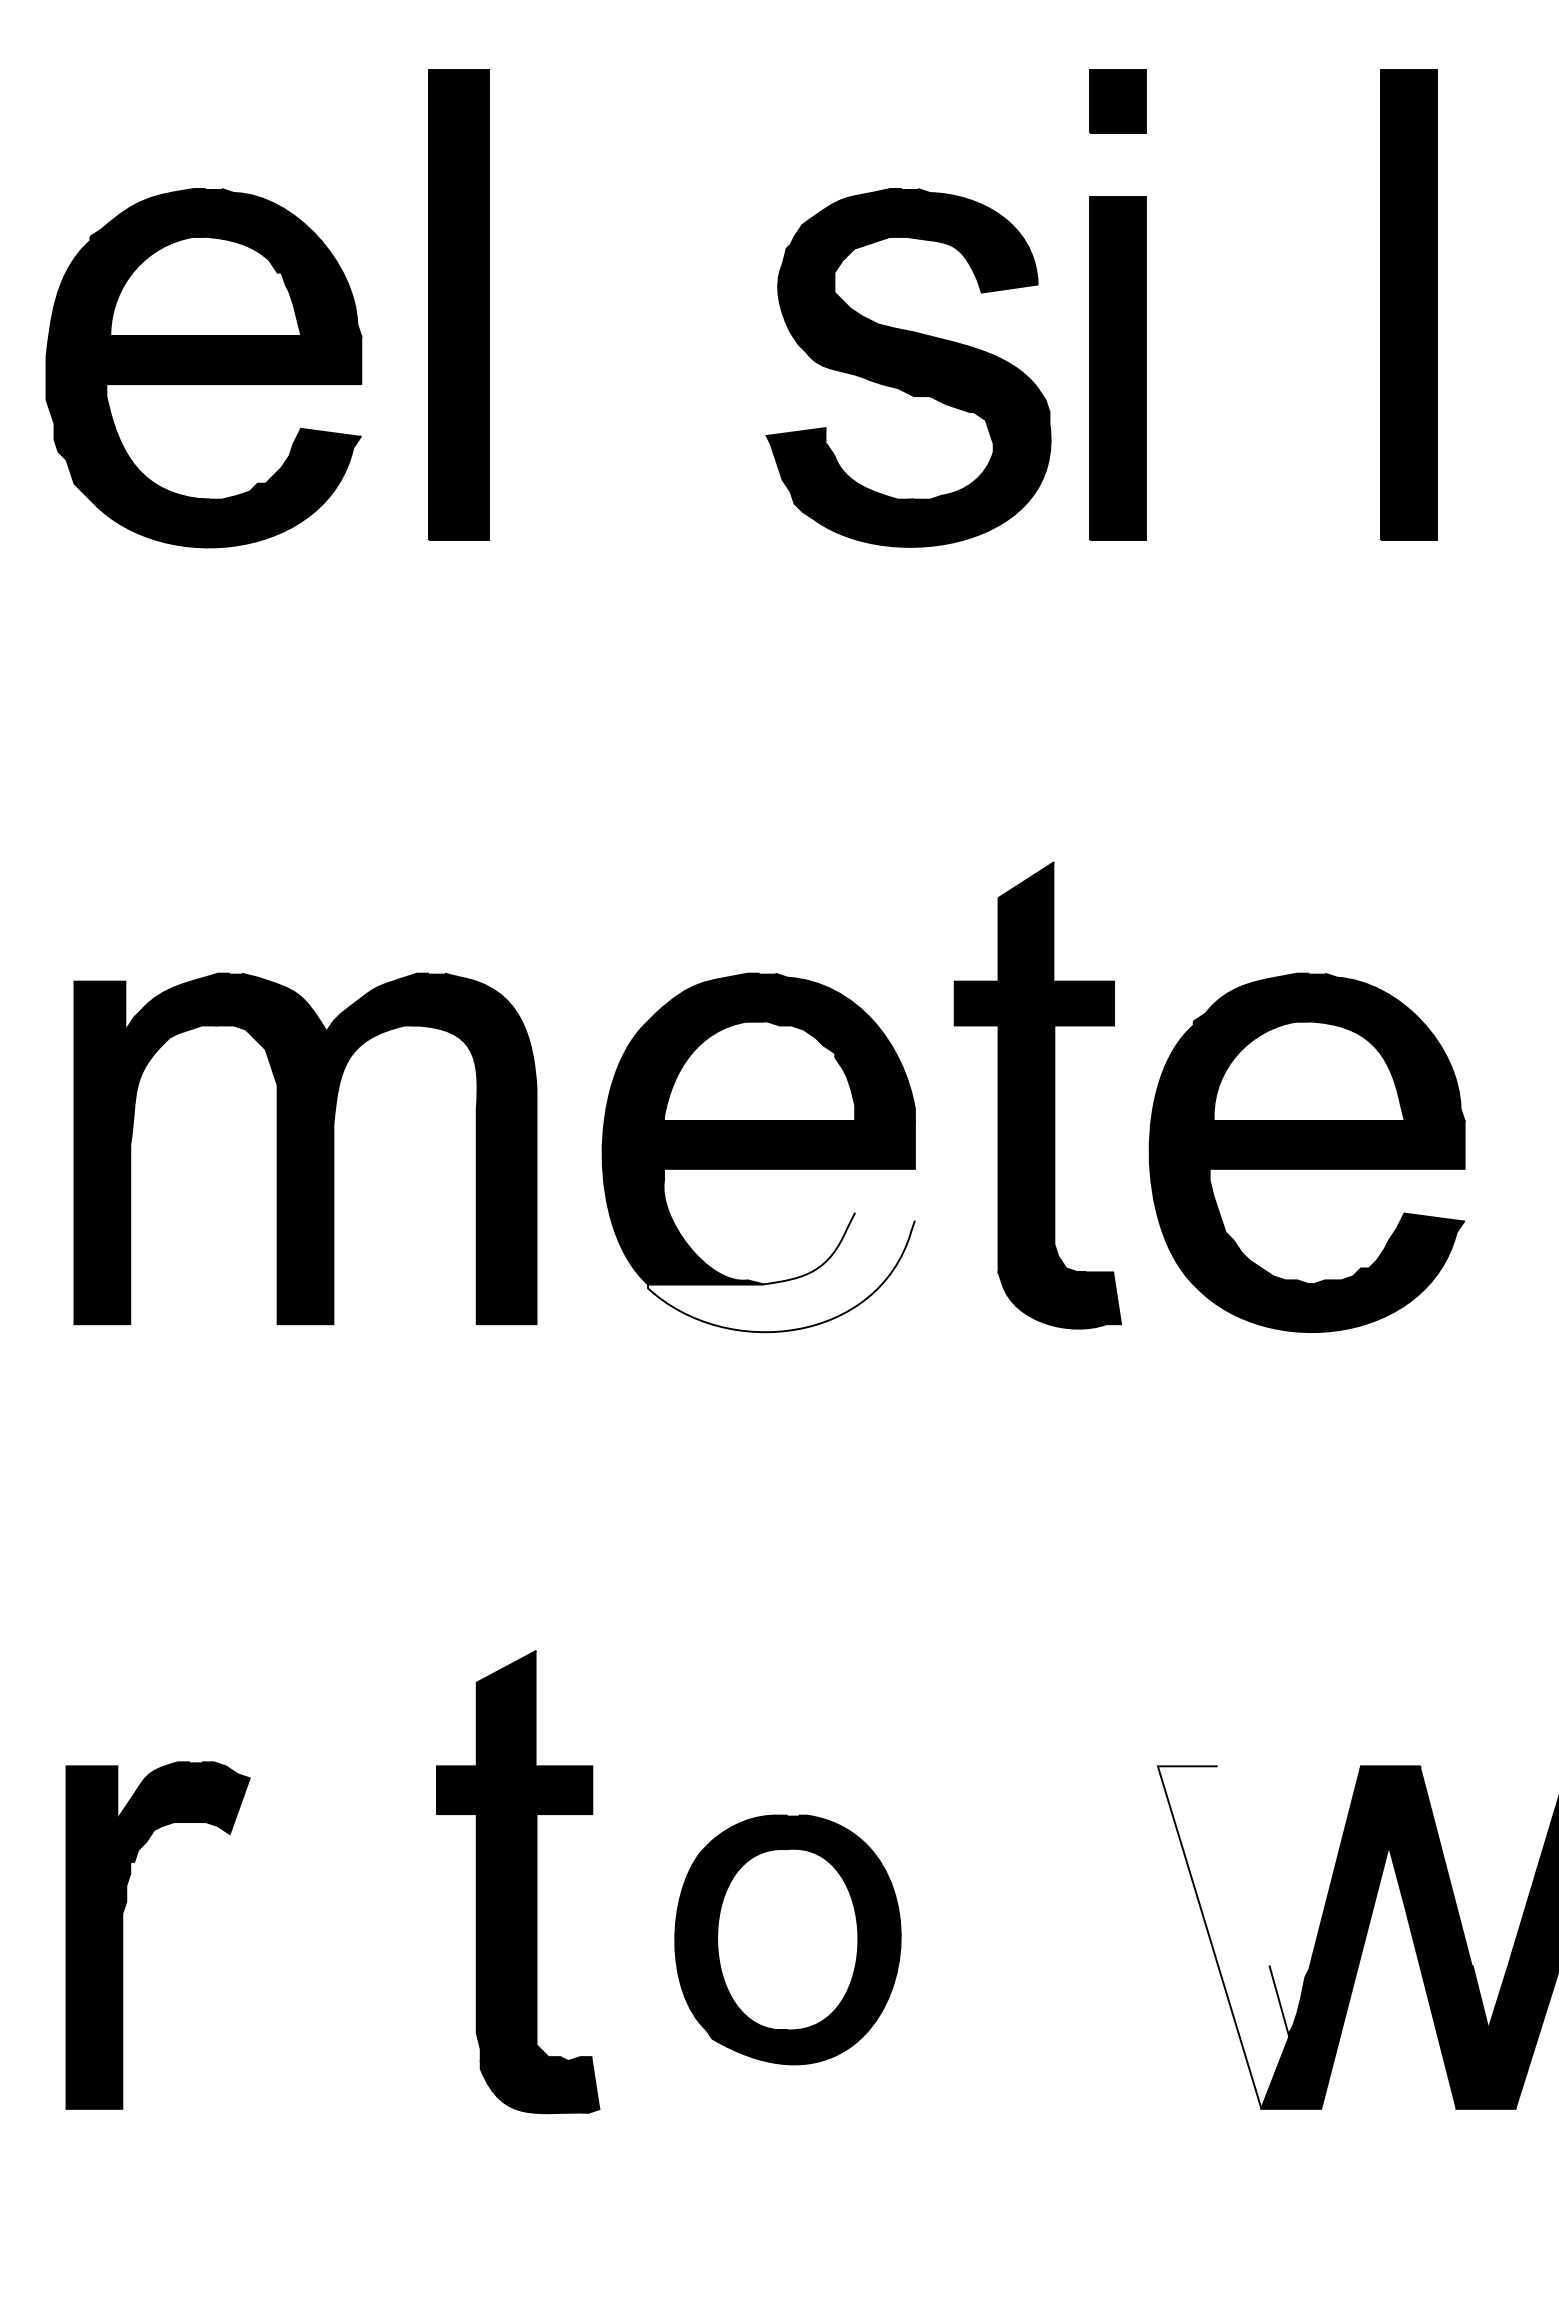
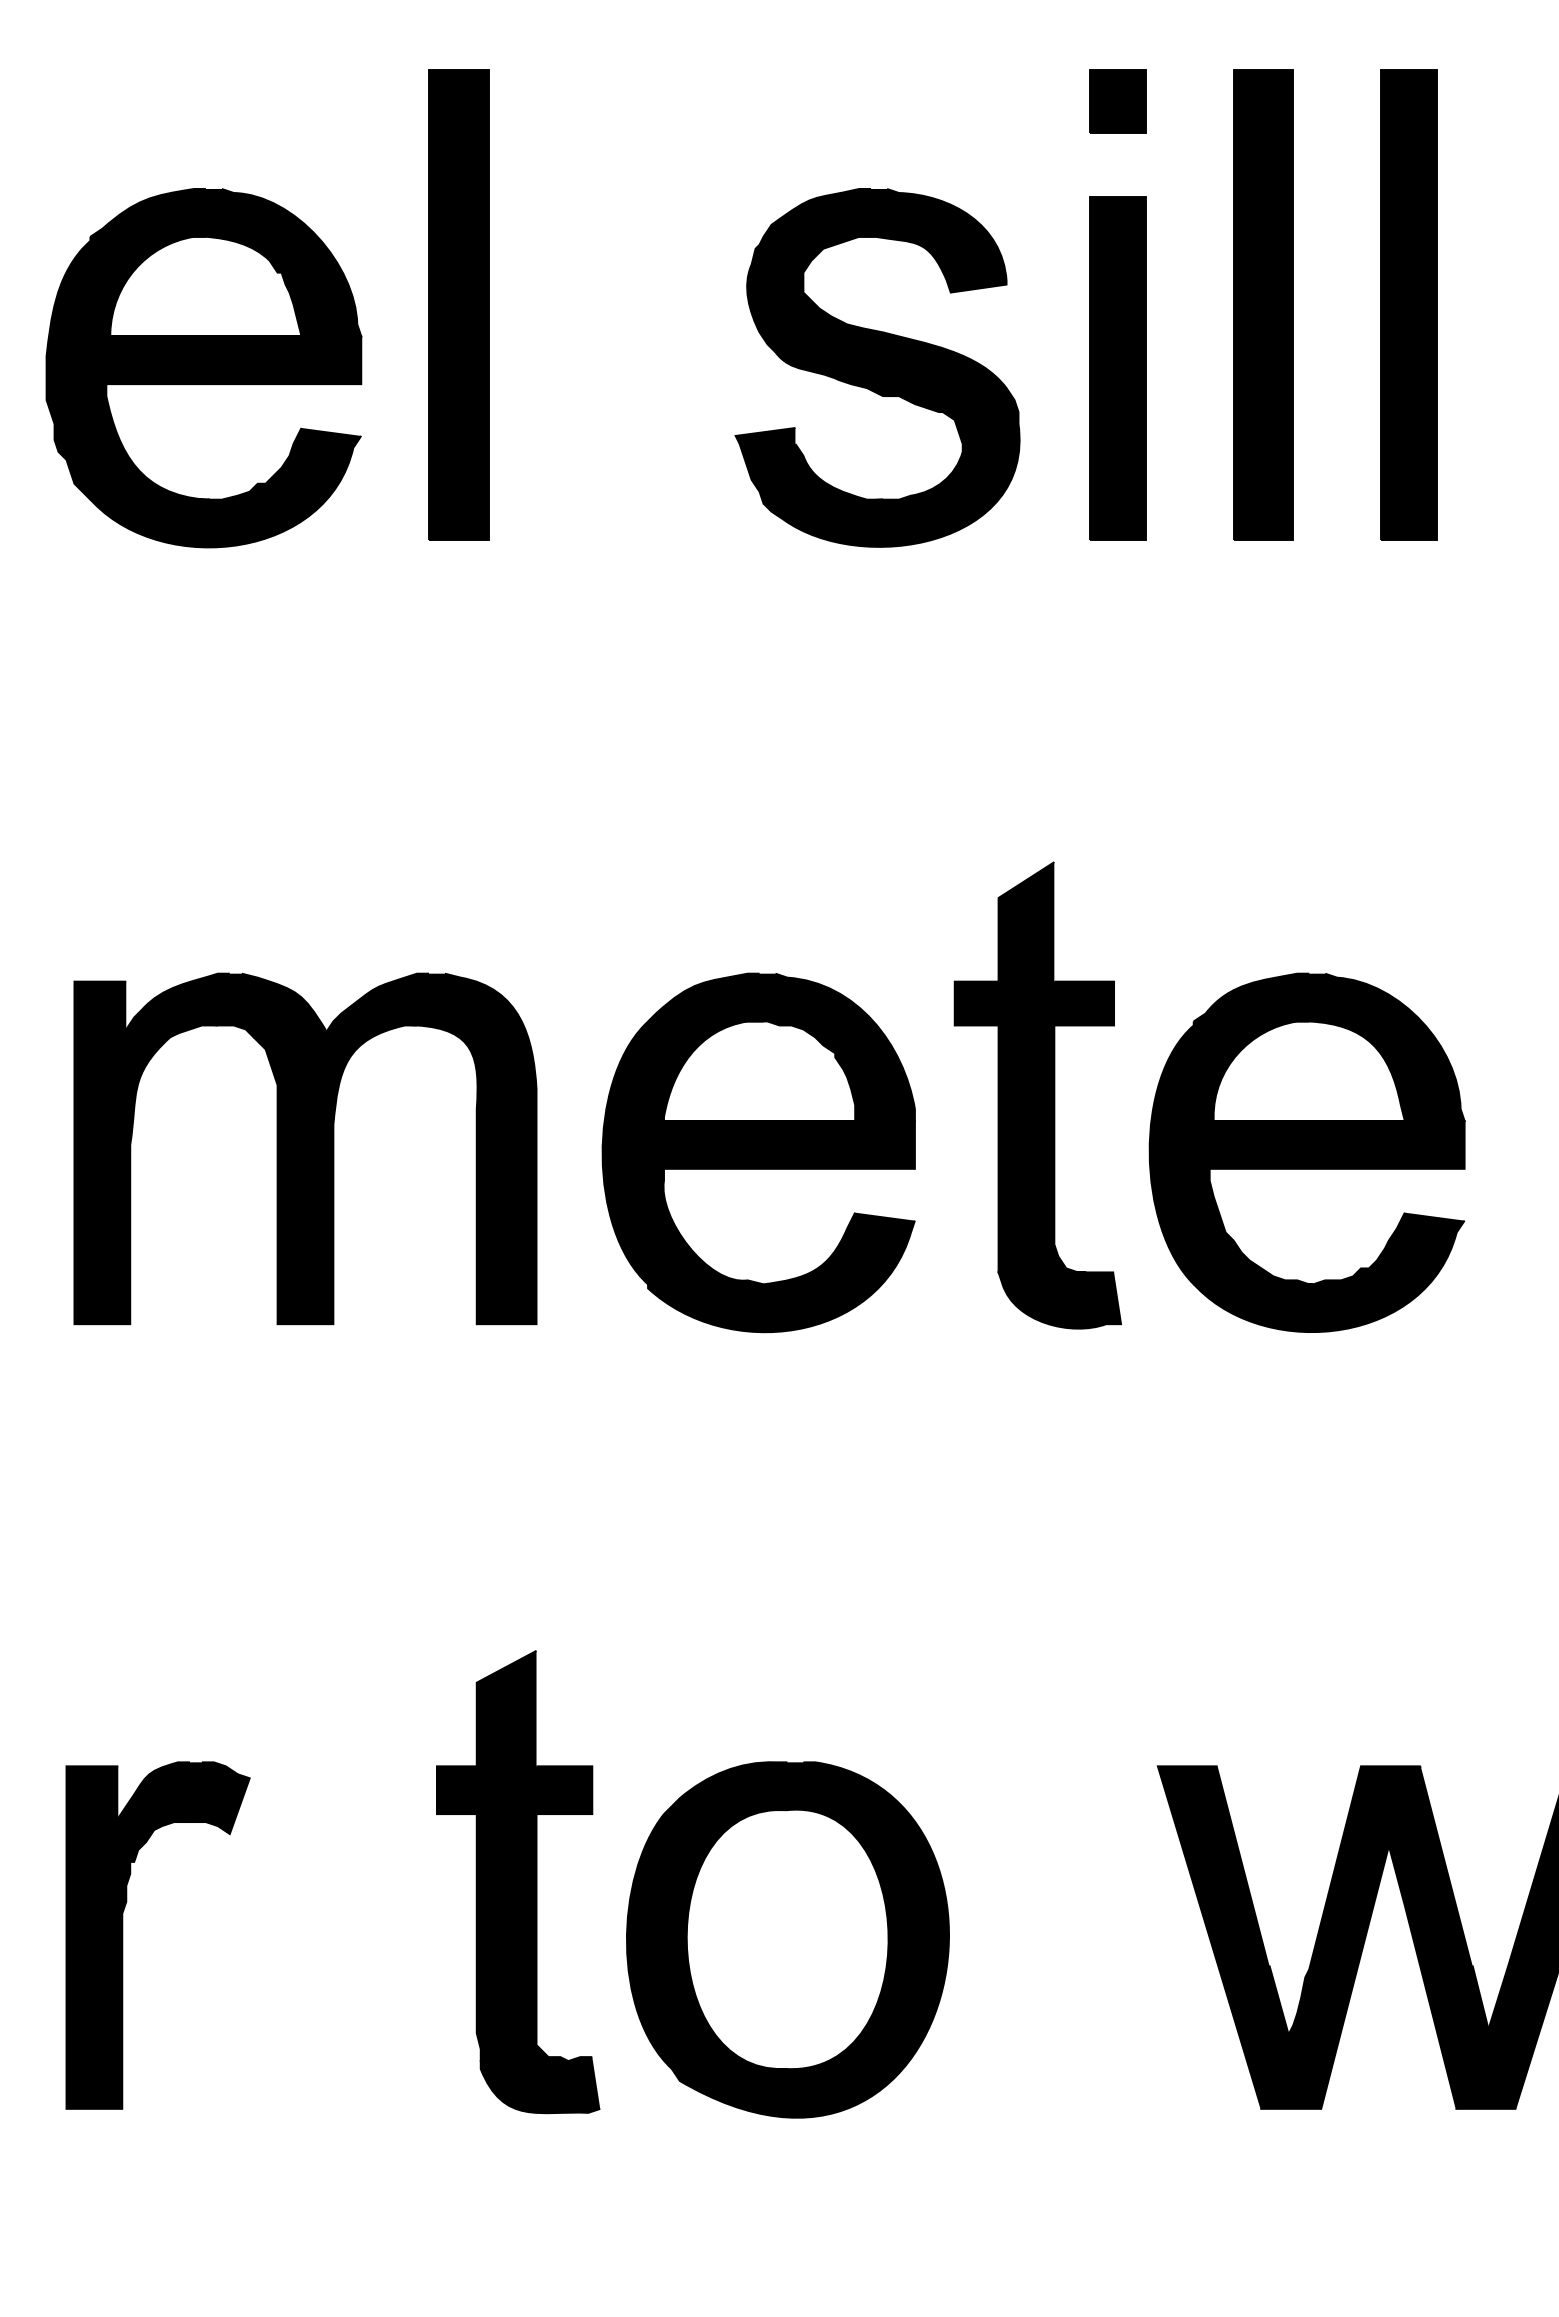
part at (1263, 304): none -> present
part at (908, 367) position: (908, 367) -> (877, 367)
fill at (781, 1272): none -> present
fill at (1223, 1937): none -> present
part at (787, 1939) size: 228x252 px -> 324x358 px
